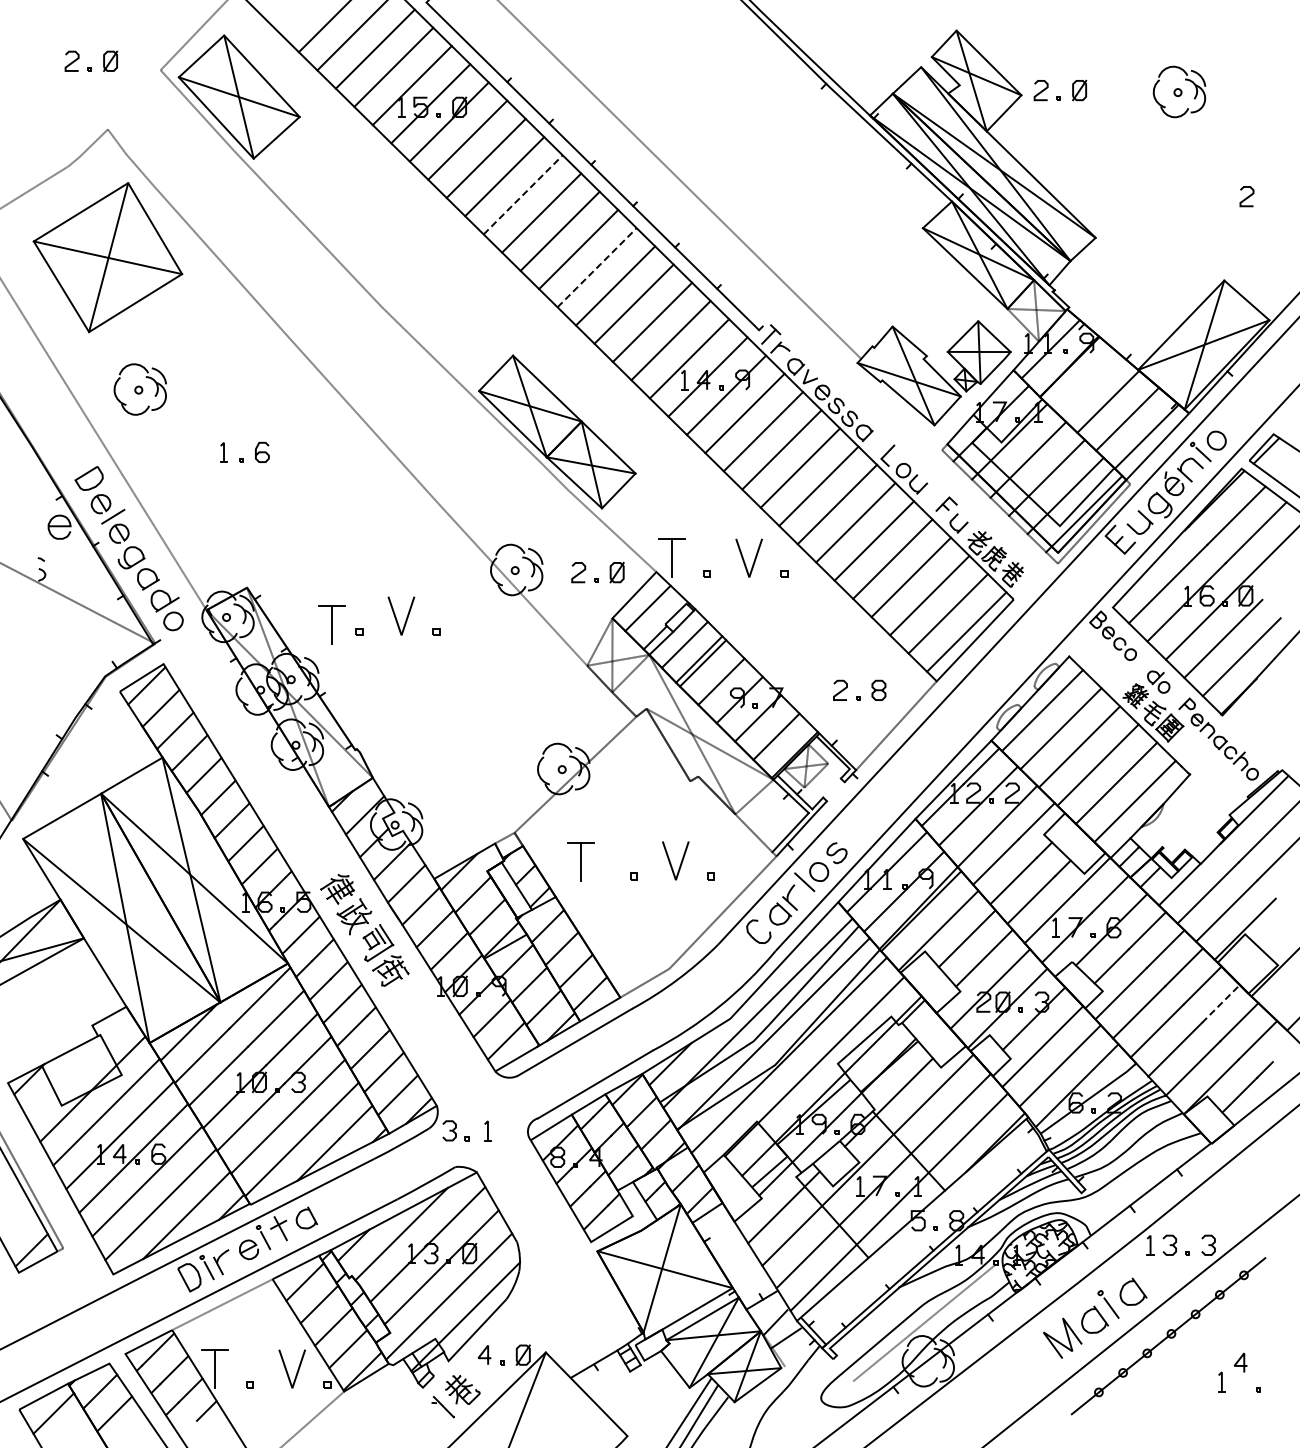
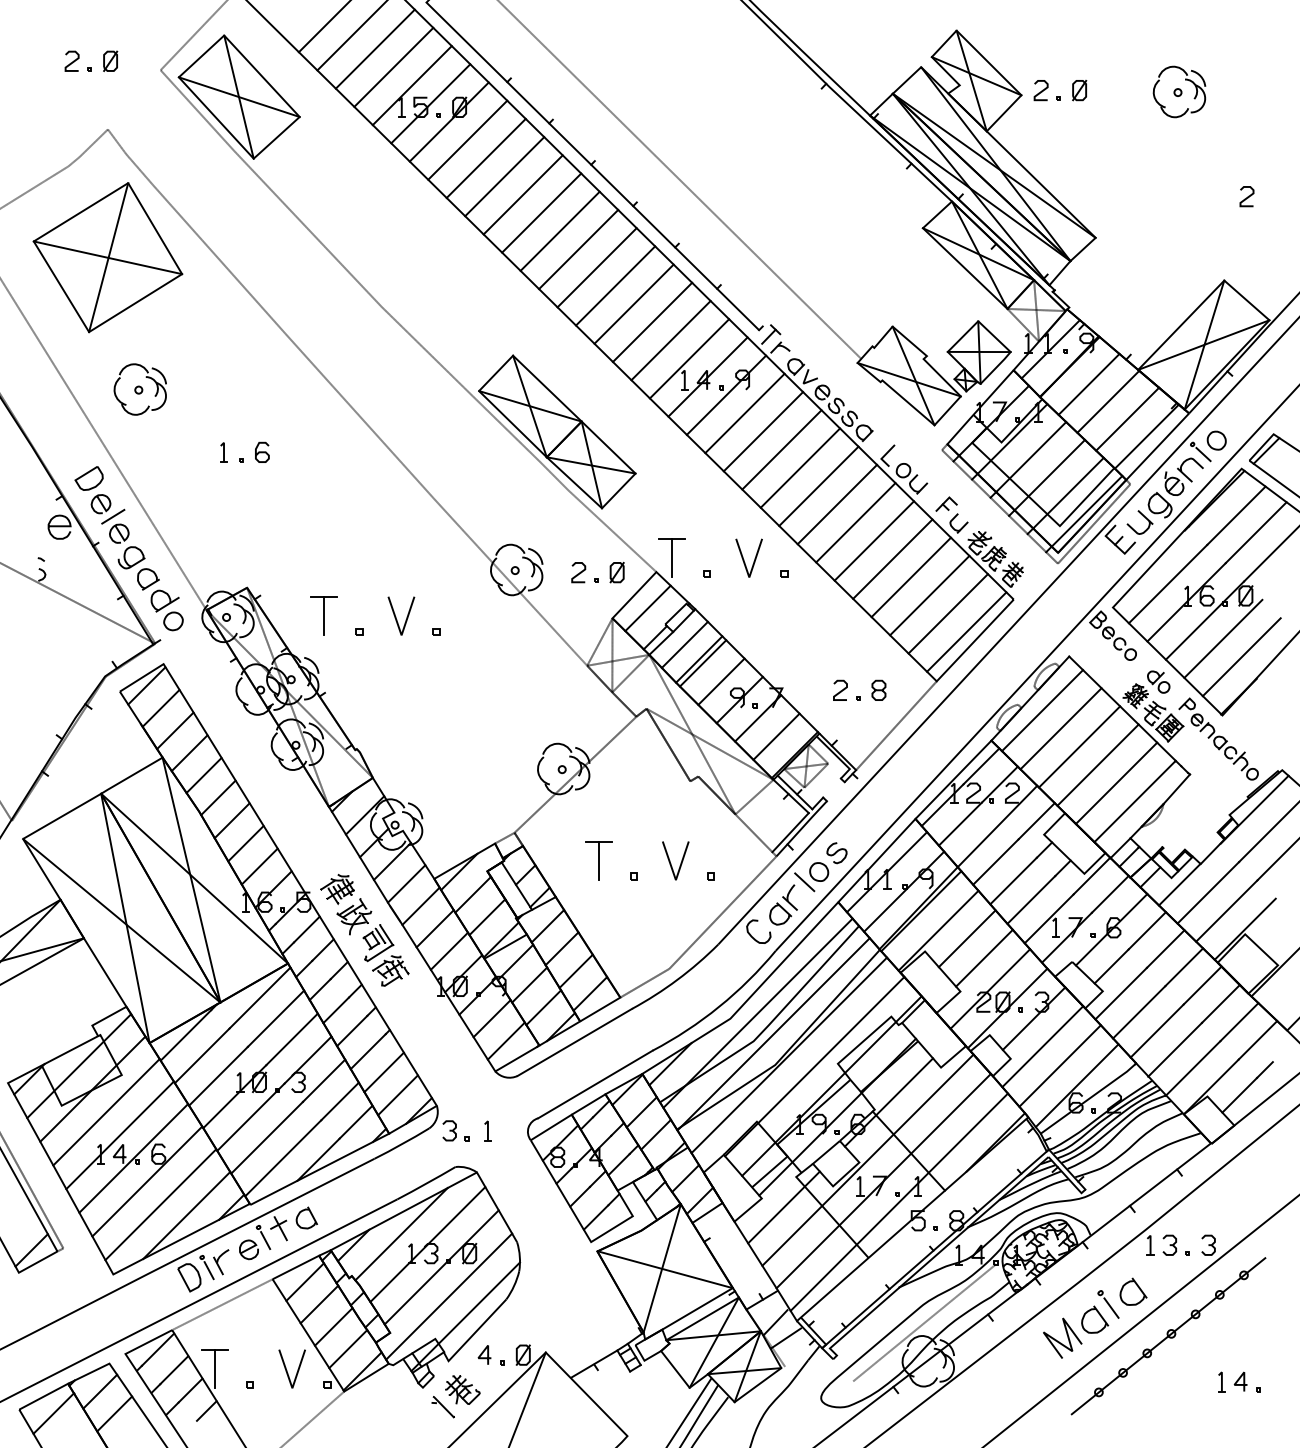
line at (523, 194): dashed -> solid
line at (597, 267): dashed -> solid
line at (1088, 383): none -> present
part at (331, 624) position: (331, 624) -> (323, 615)
part at (580, 861) position: (580, 861) -> (598, 860)
line at (1220, 1003): dashed -> solid
line at (79, 1066): none -> present
line at (1239, 1361) position: (1239, 1361) -> (1239, 1380)
